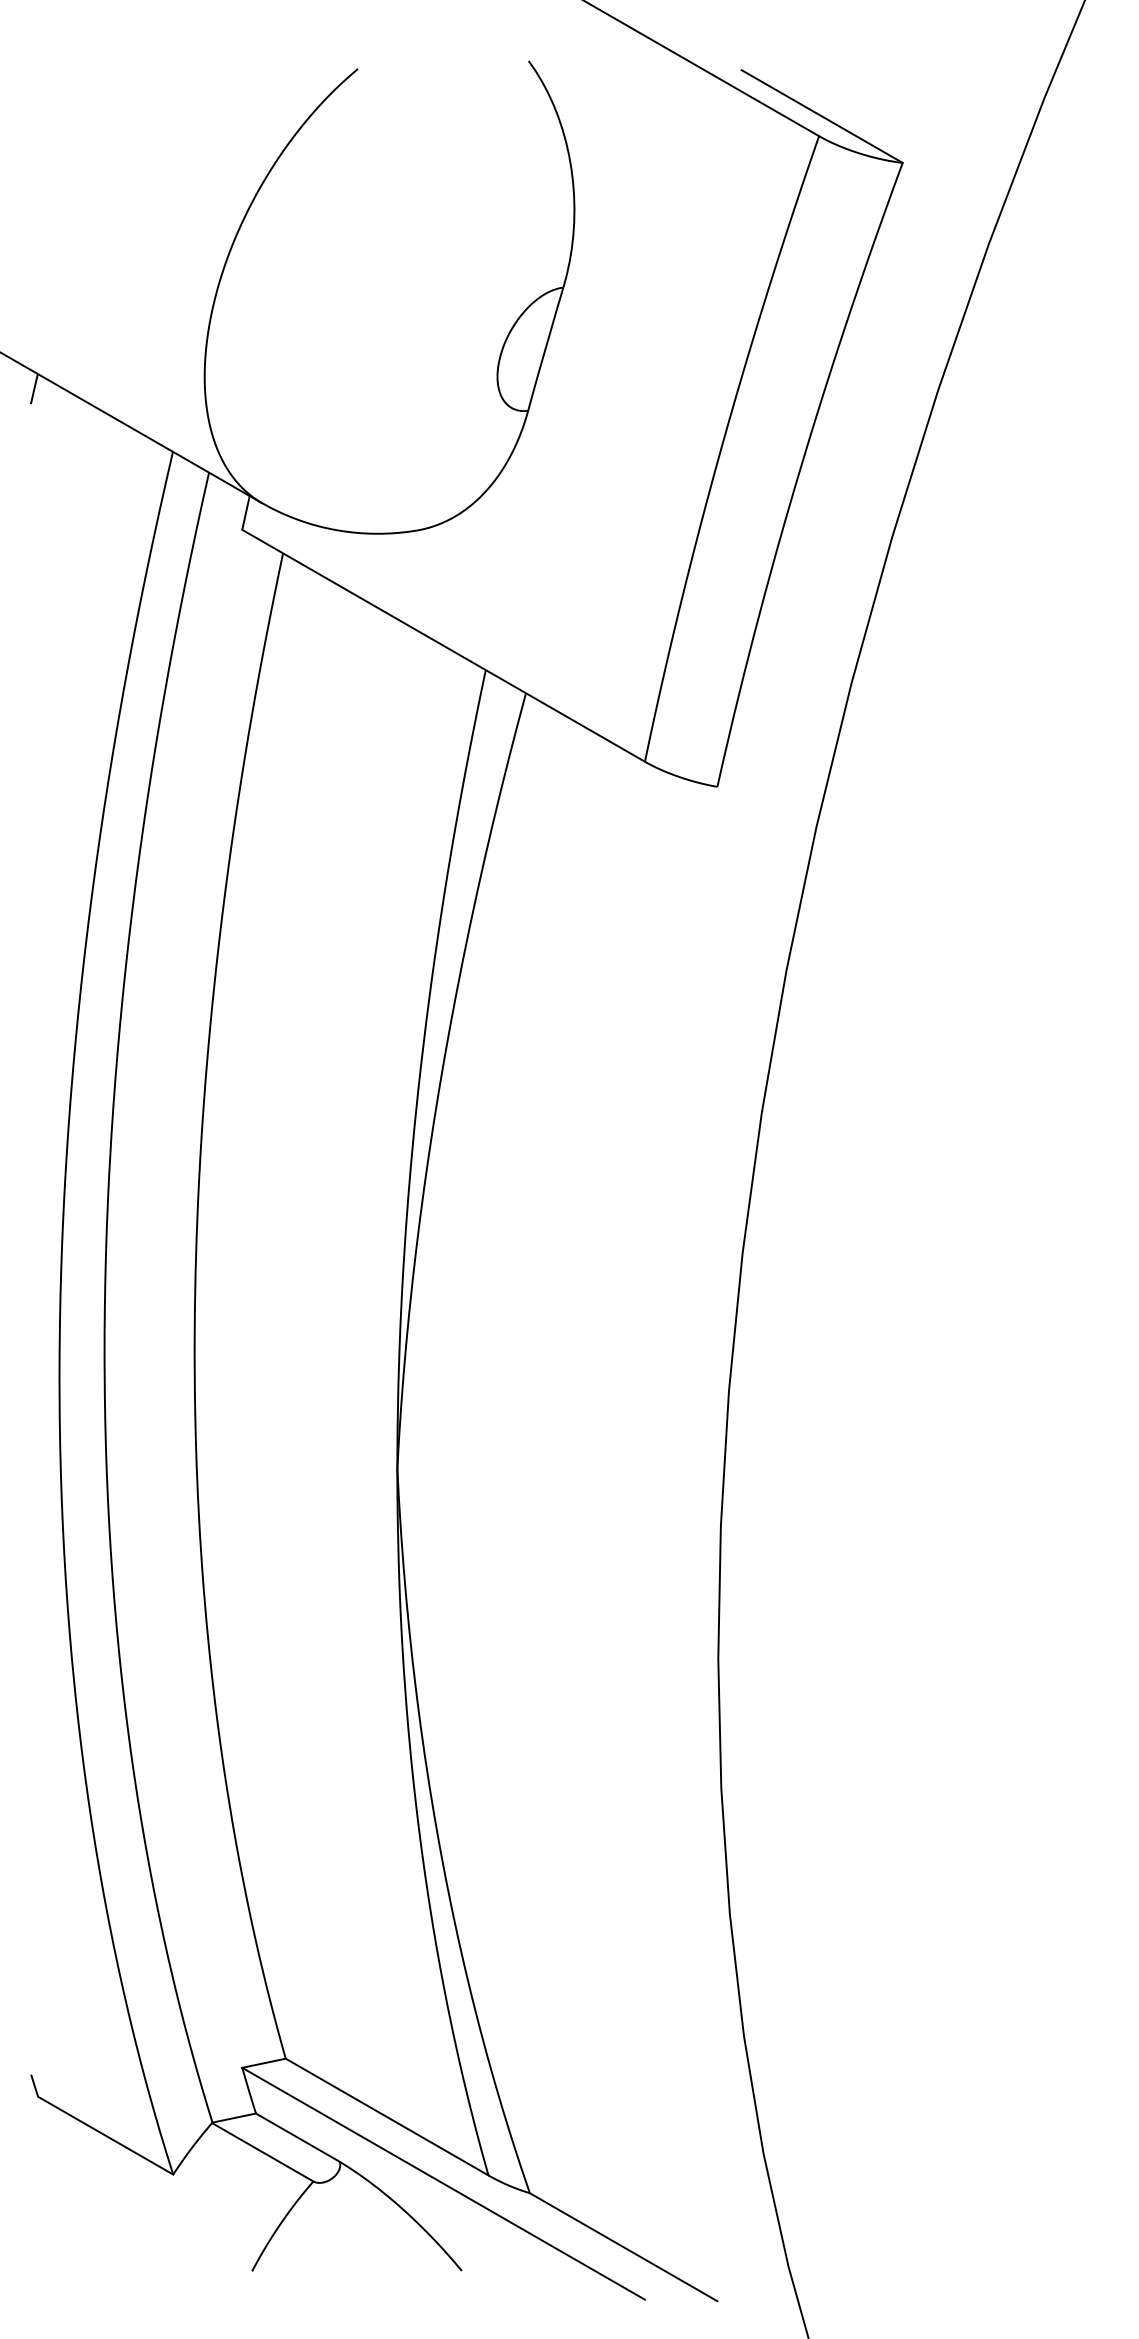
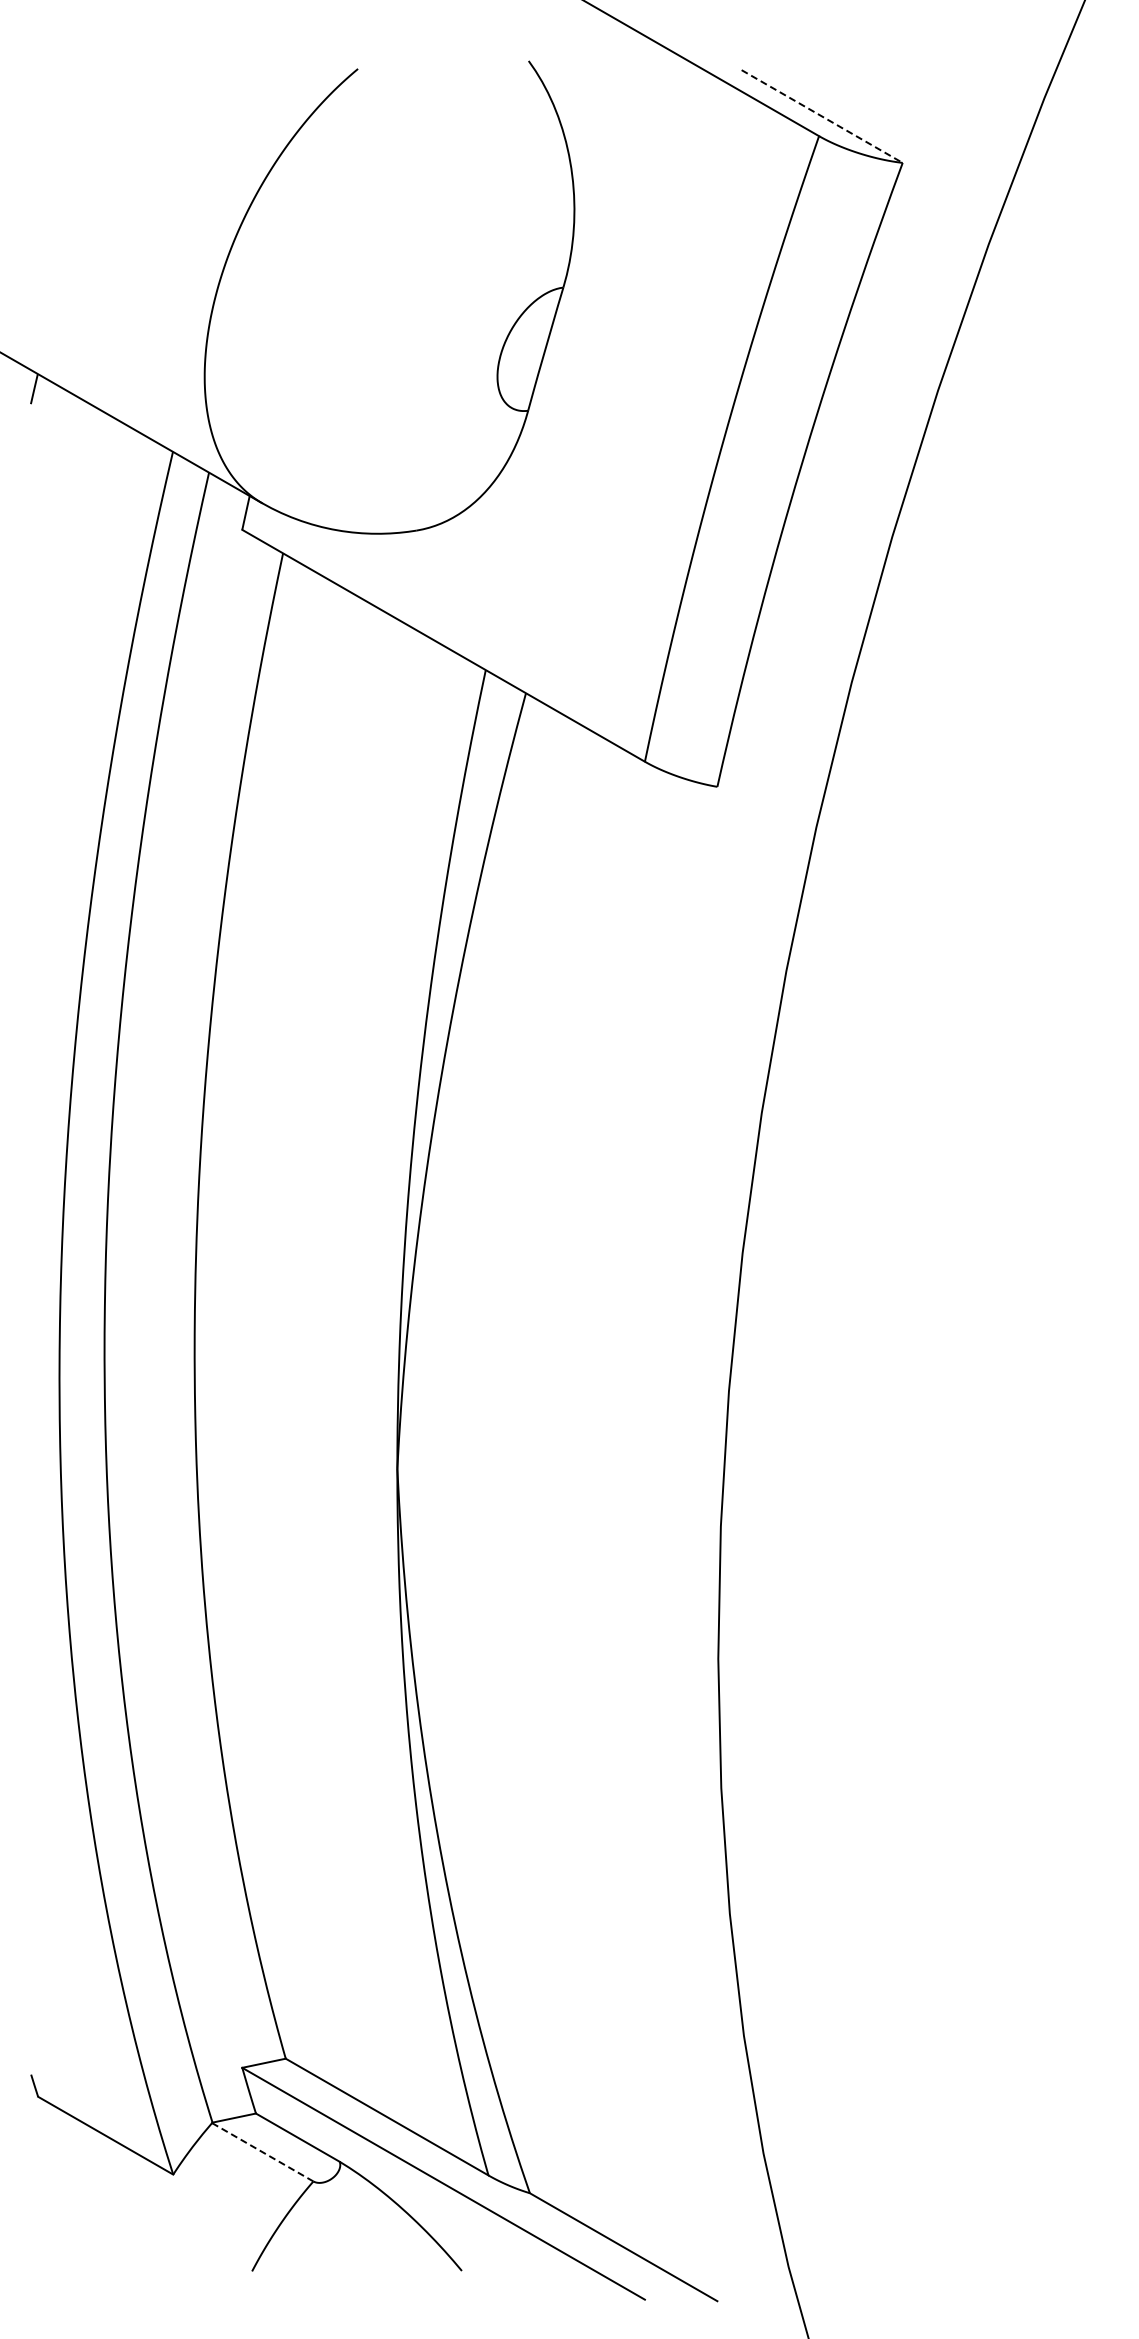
line at (822, 116): solid -> dashed
line at (263, 2152): solid -> dashed
